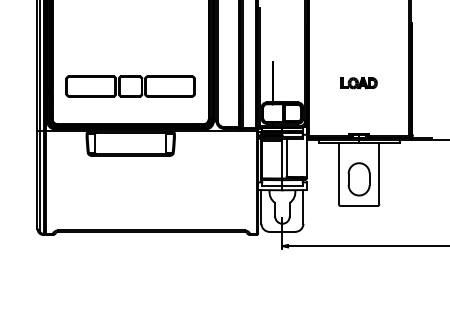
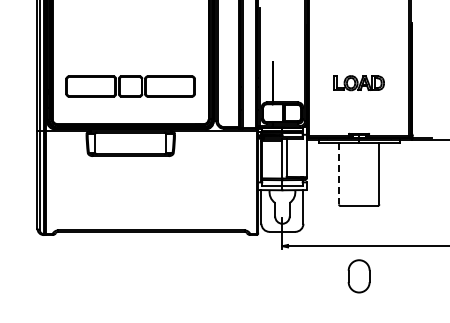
part at (358, 83) size: 38x13 px -> 52x17 px
line at (338, 173): solid -> dashed
part at (358, 179) position: (358, 179) -> (358, 276)
